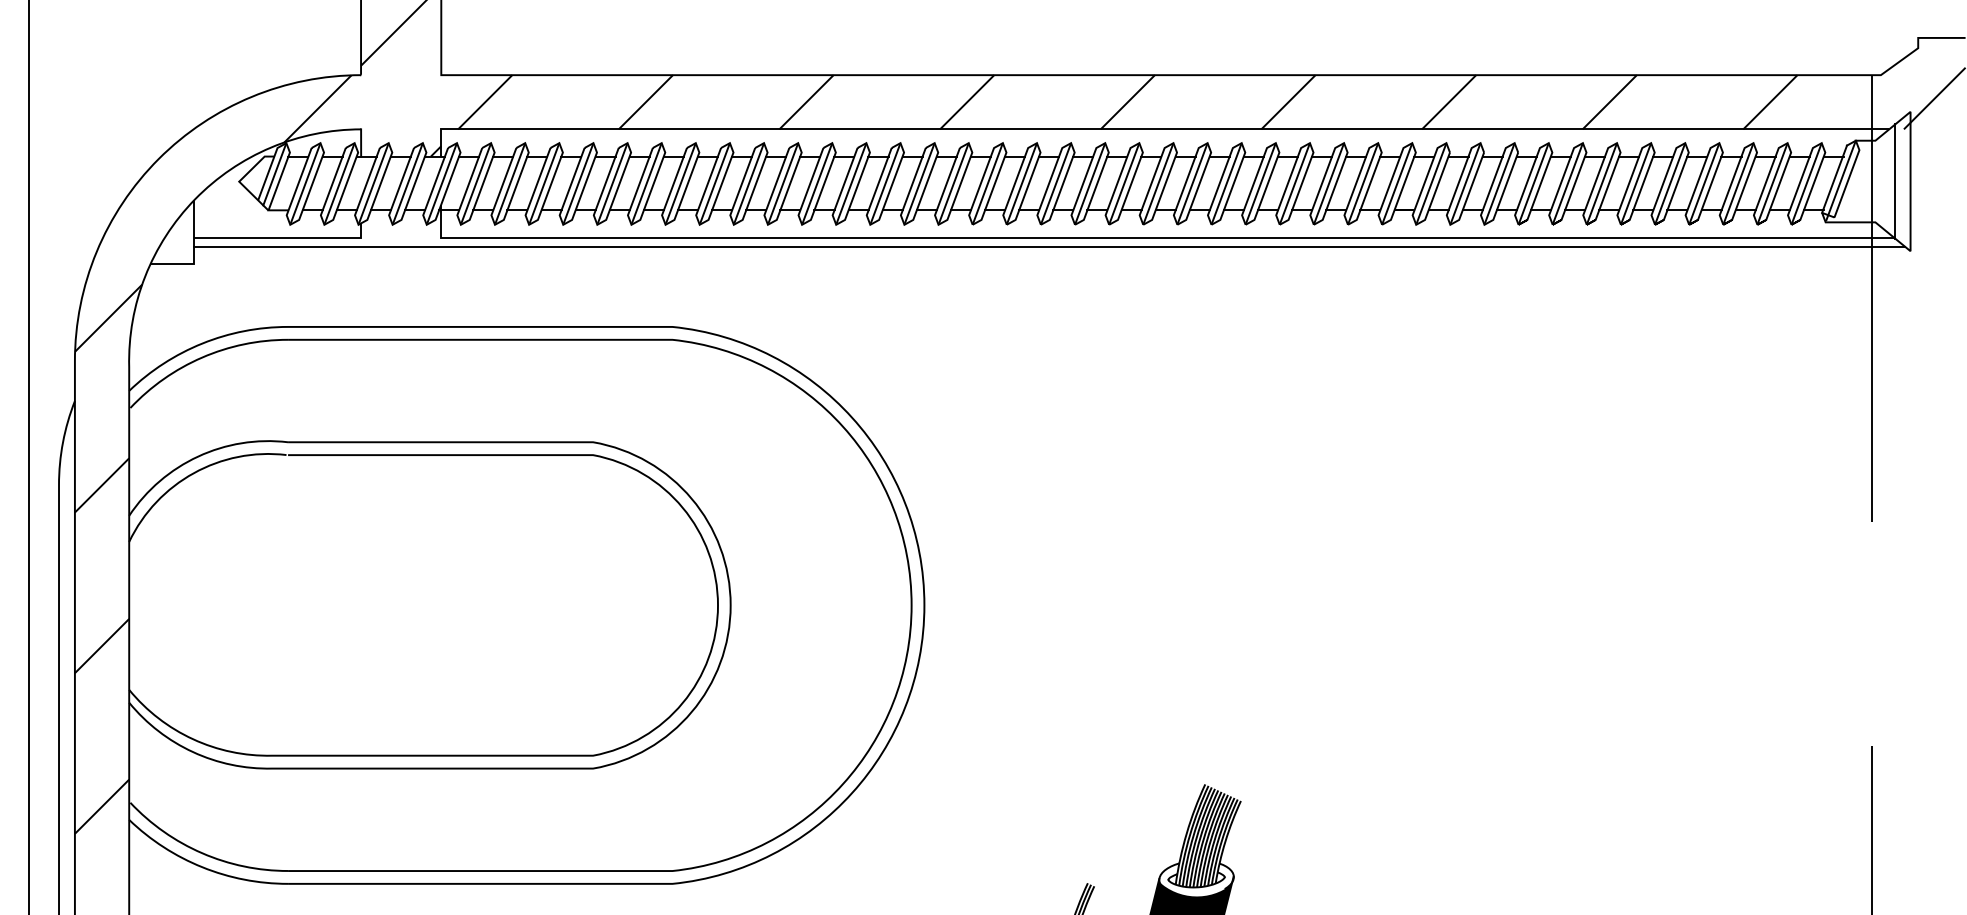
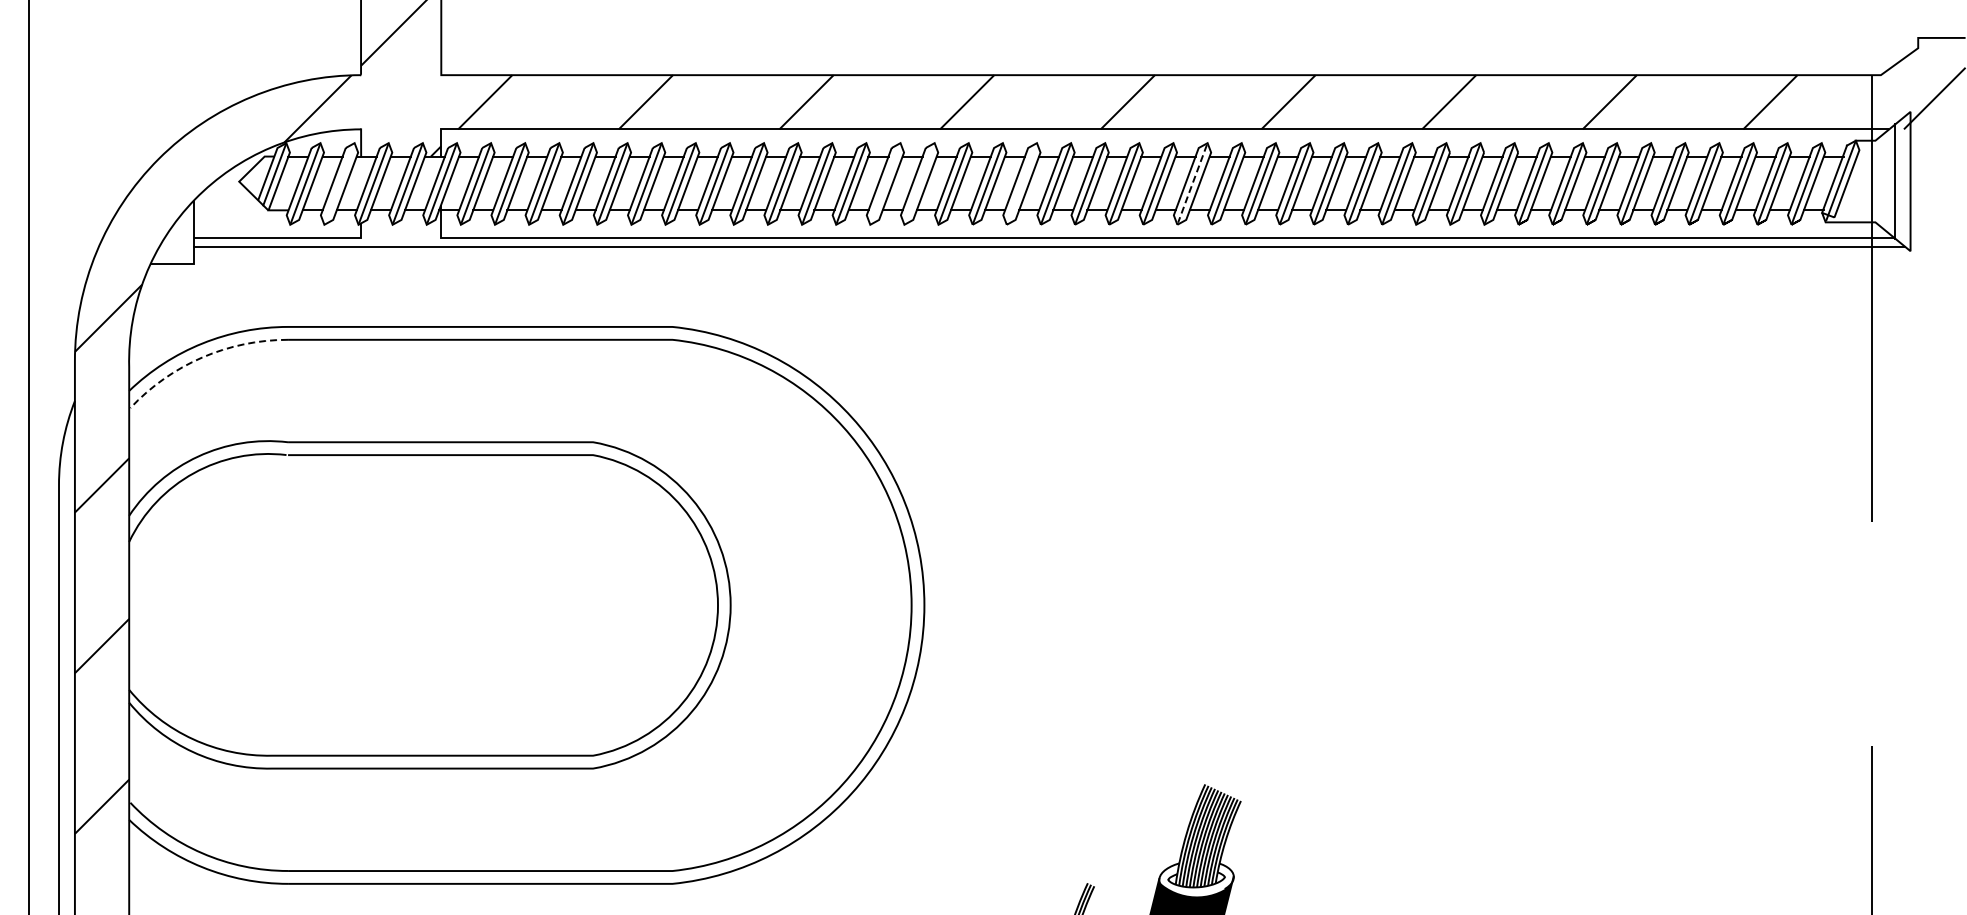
line at (339, 183): present -> none
line at (885, 183): present -> none
line at (919, 183): present -> none
line at (1021, 183): present -> none
line at (1192, 184): solid -> dashed
arc at (202, 357): solid -> dashed
